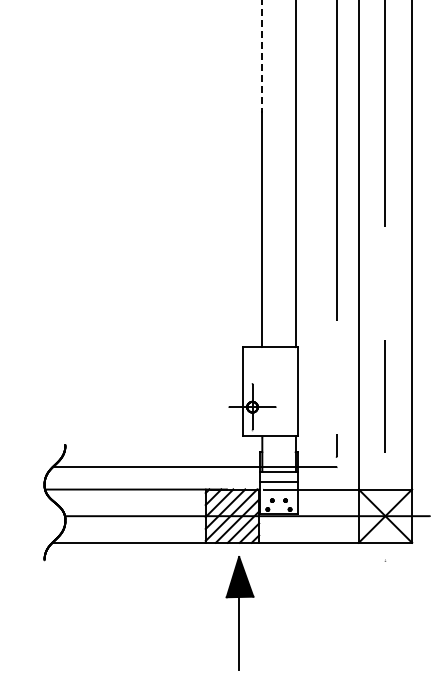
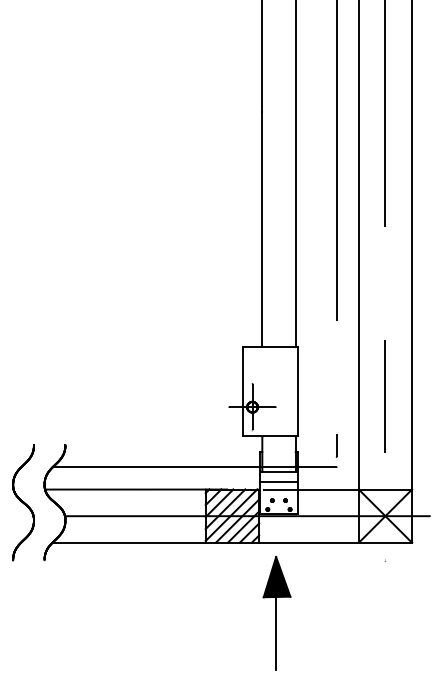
line at (261, 56): dashed -> solid
part at (23, 502): none -> present
part at (239, 613) position: (239, 613) -> (276, 613)
